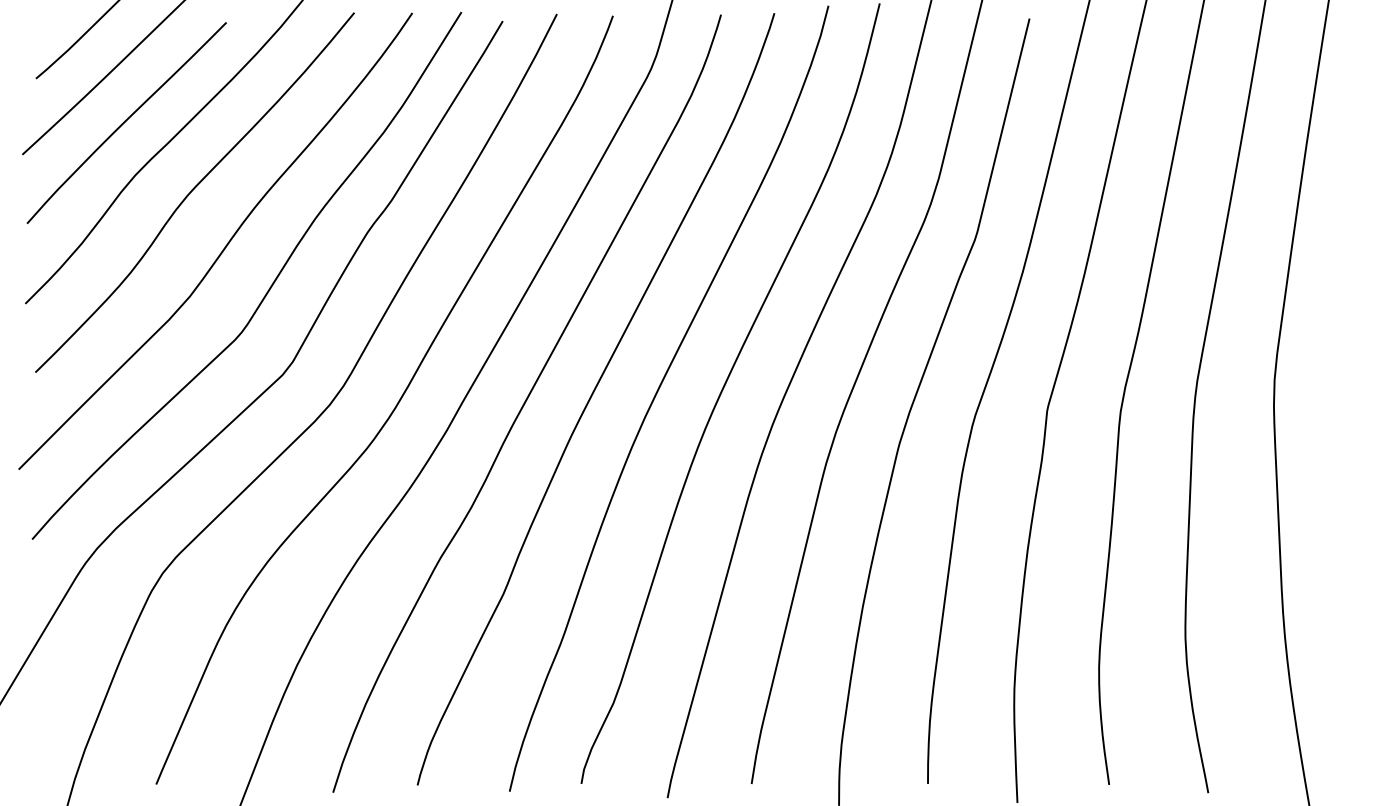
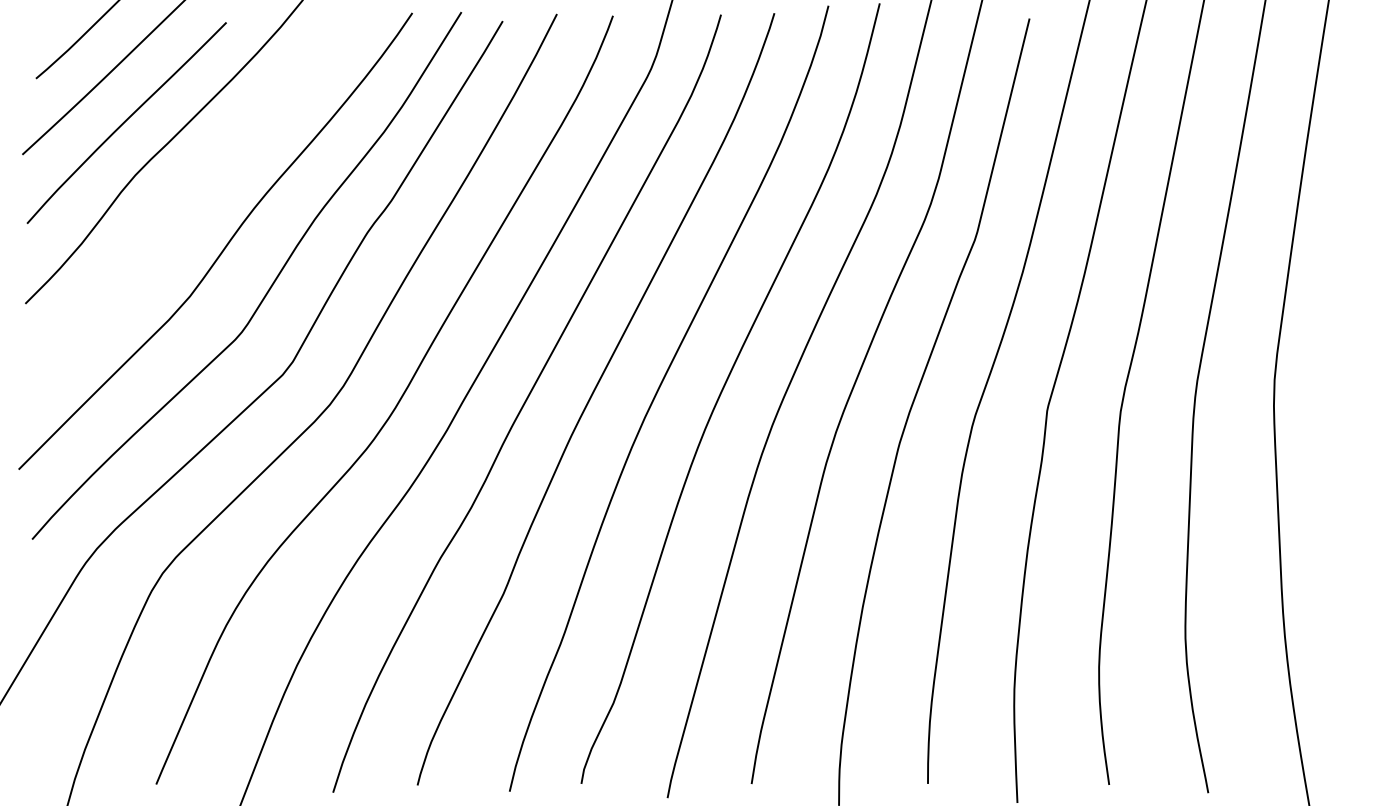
curve at (193, 190): present -> none
